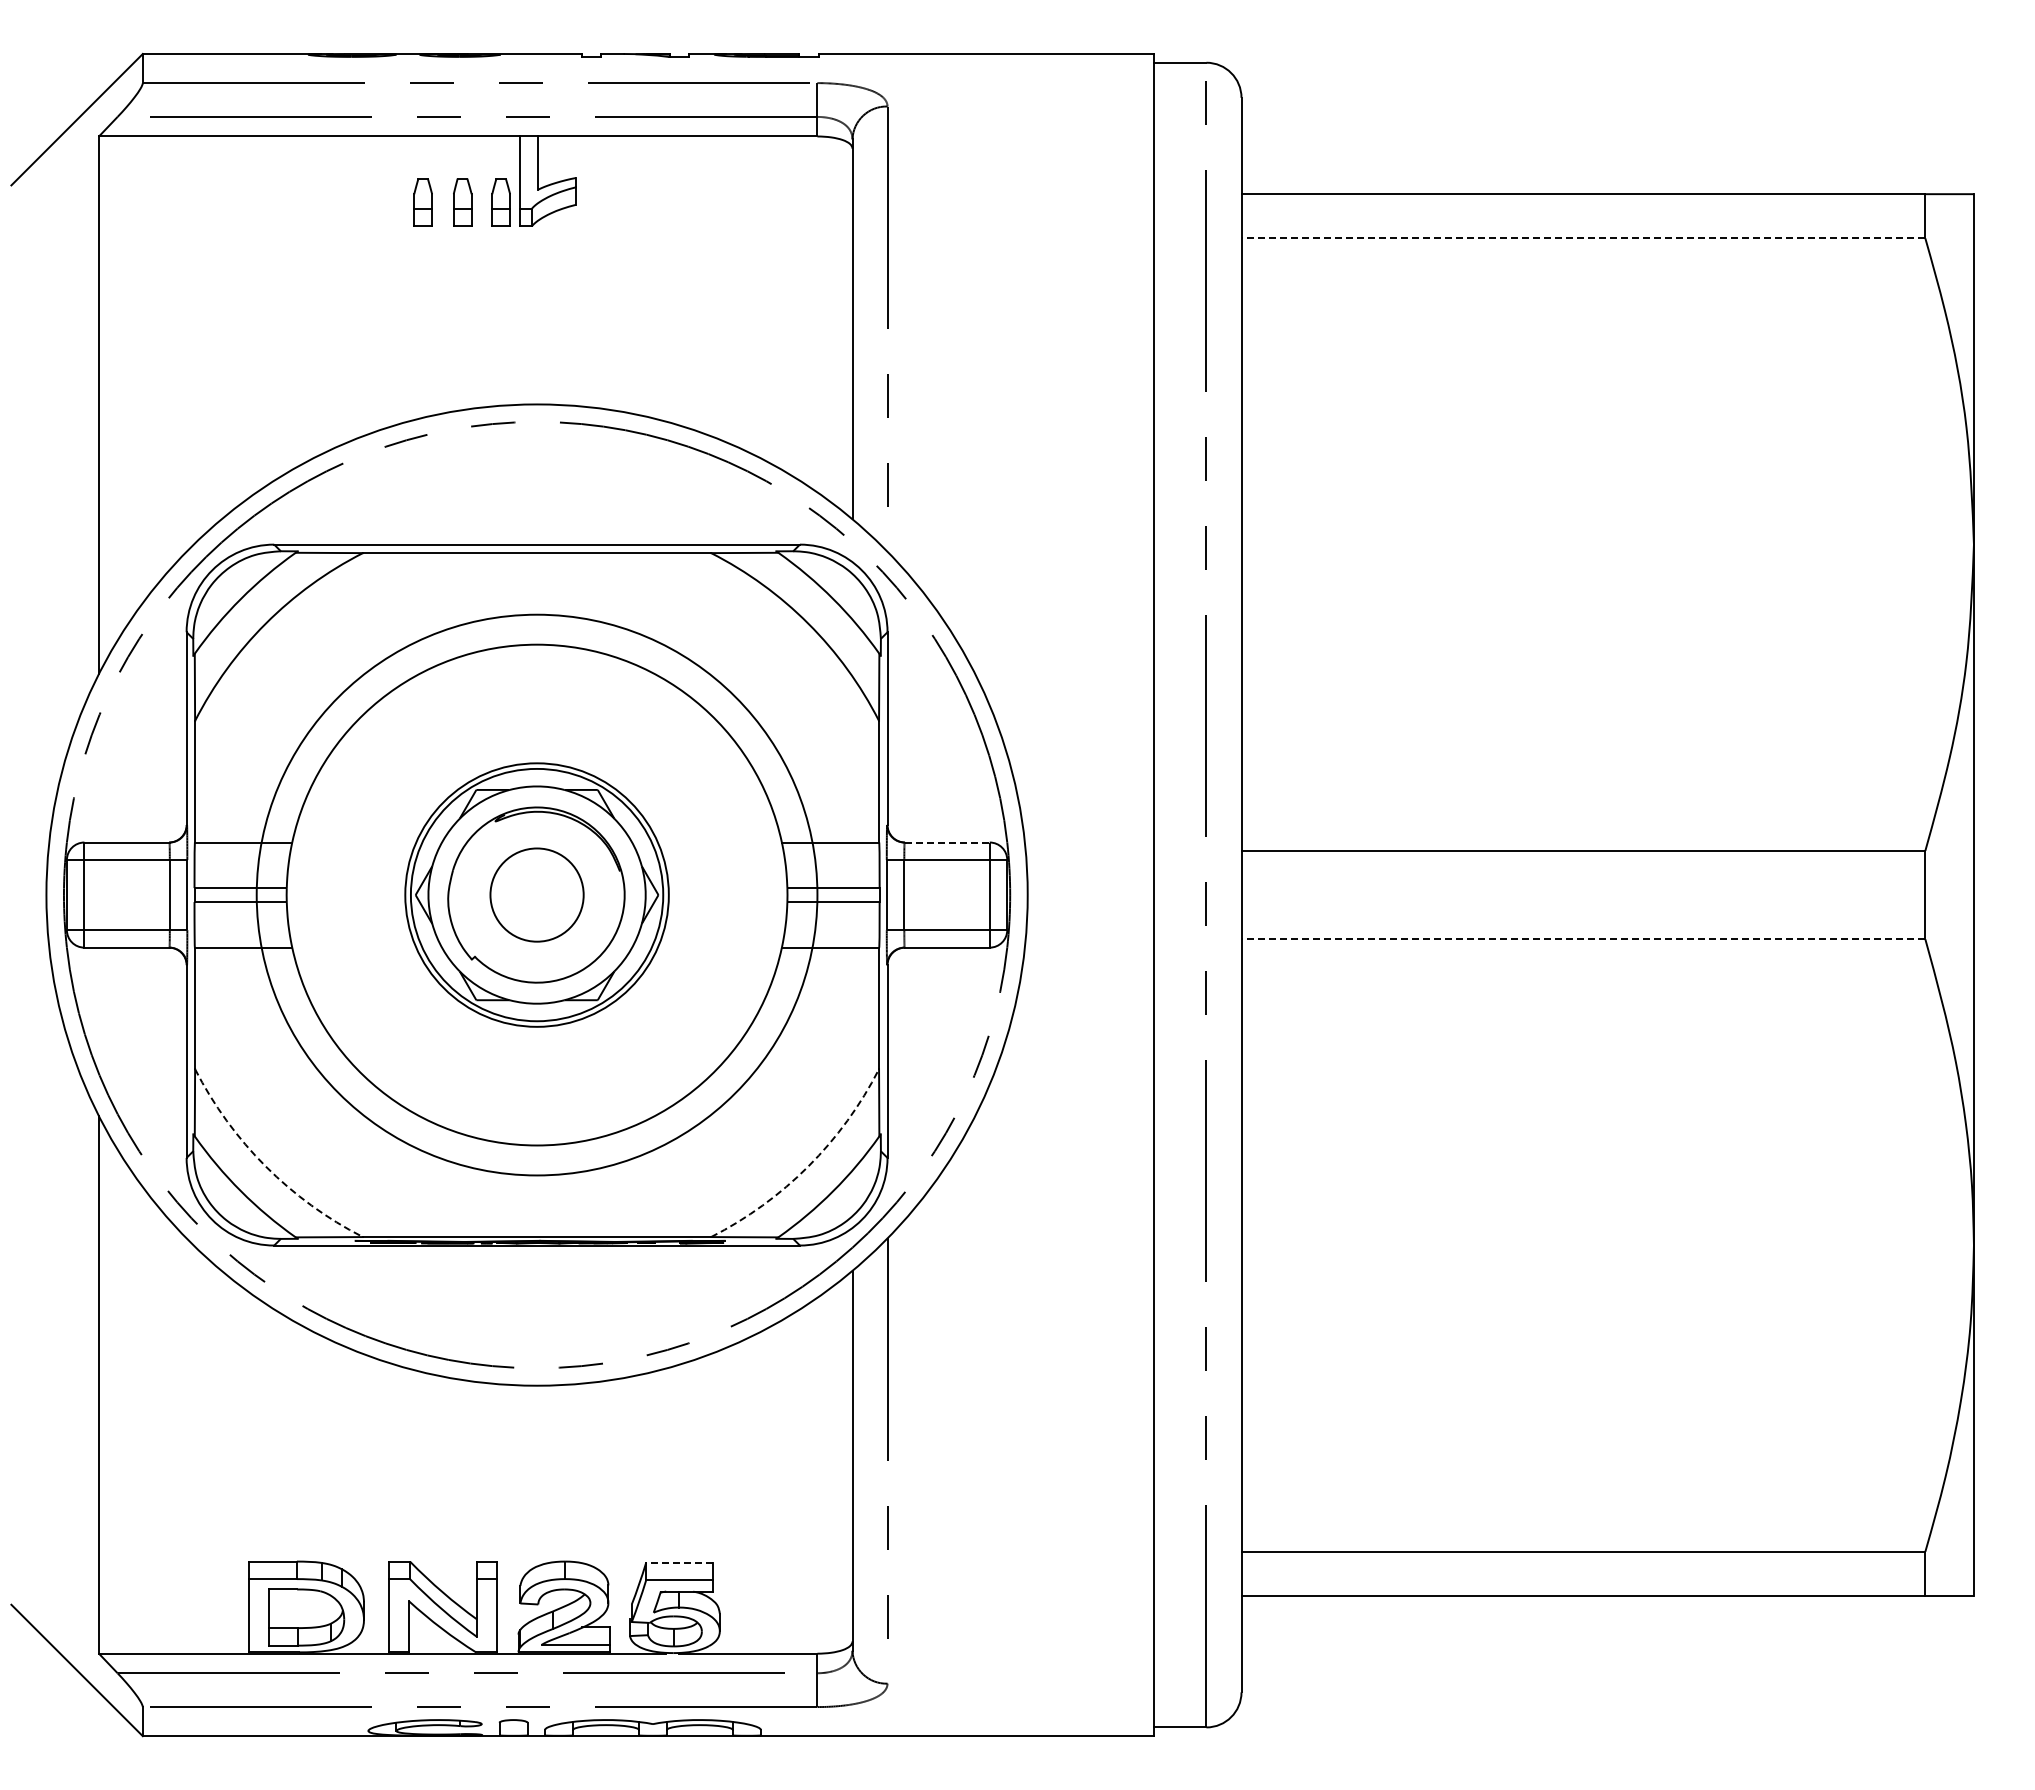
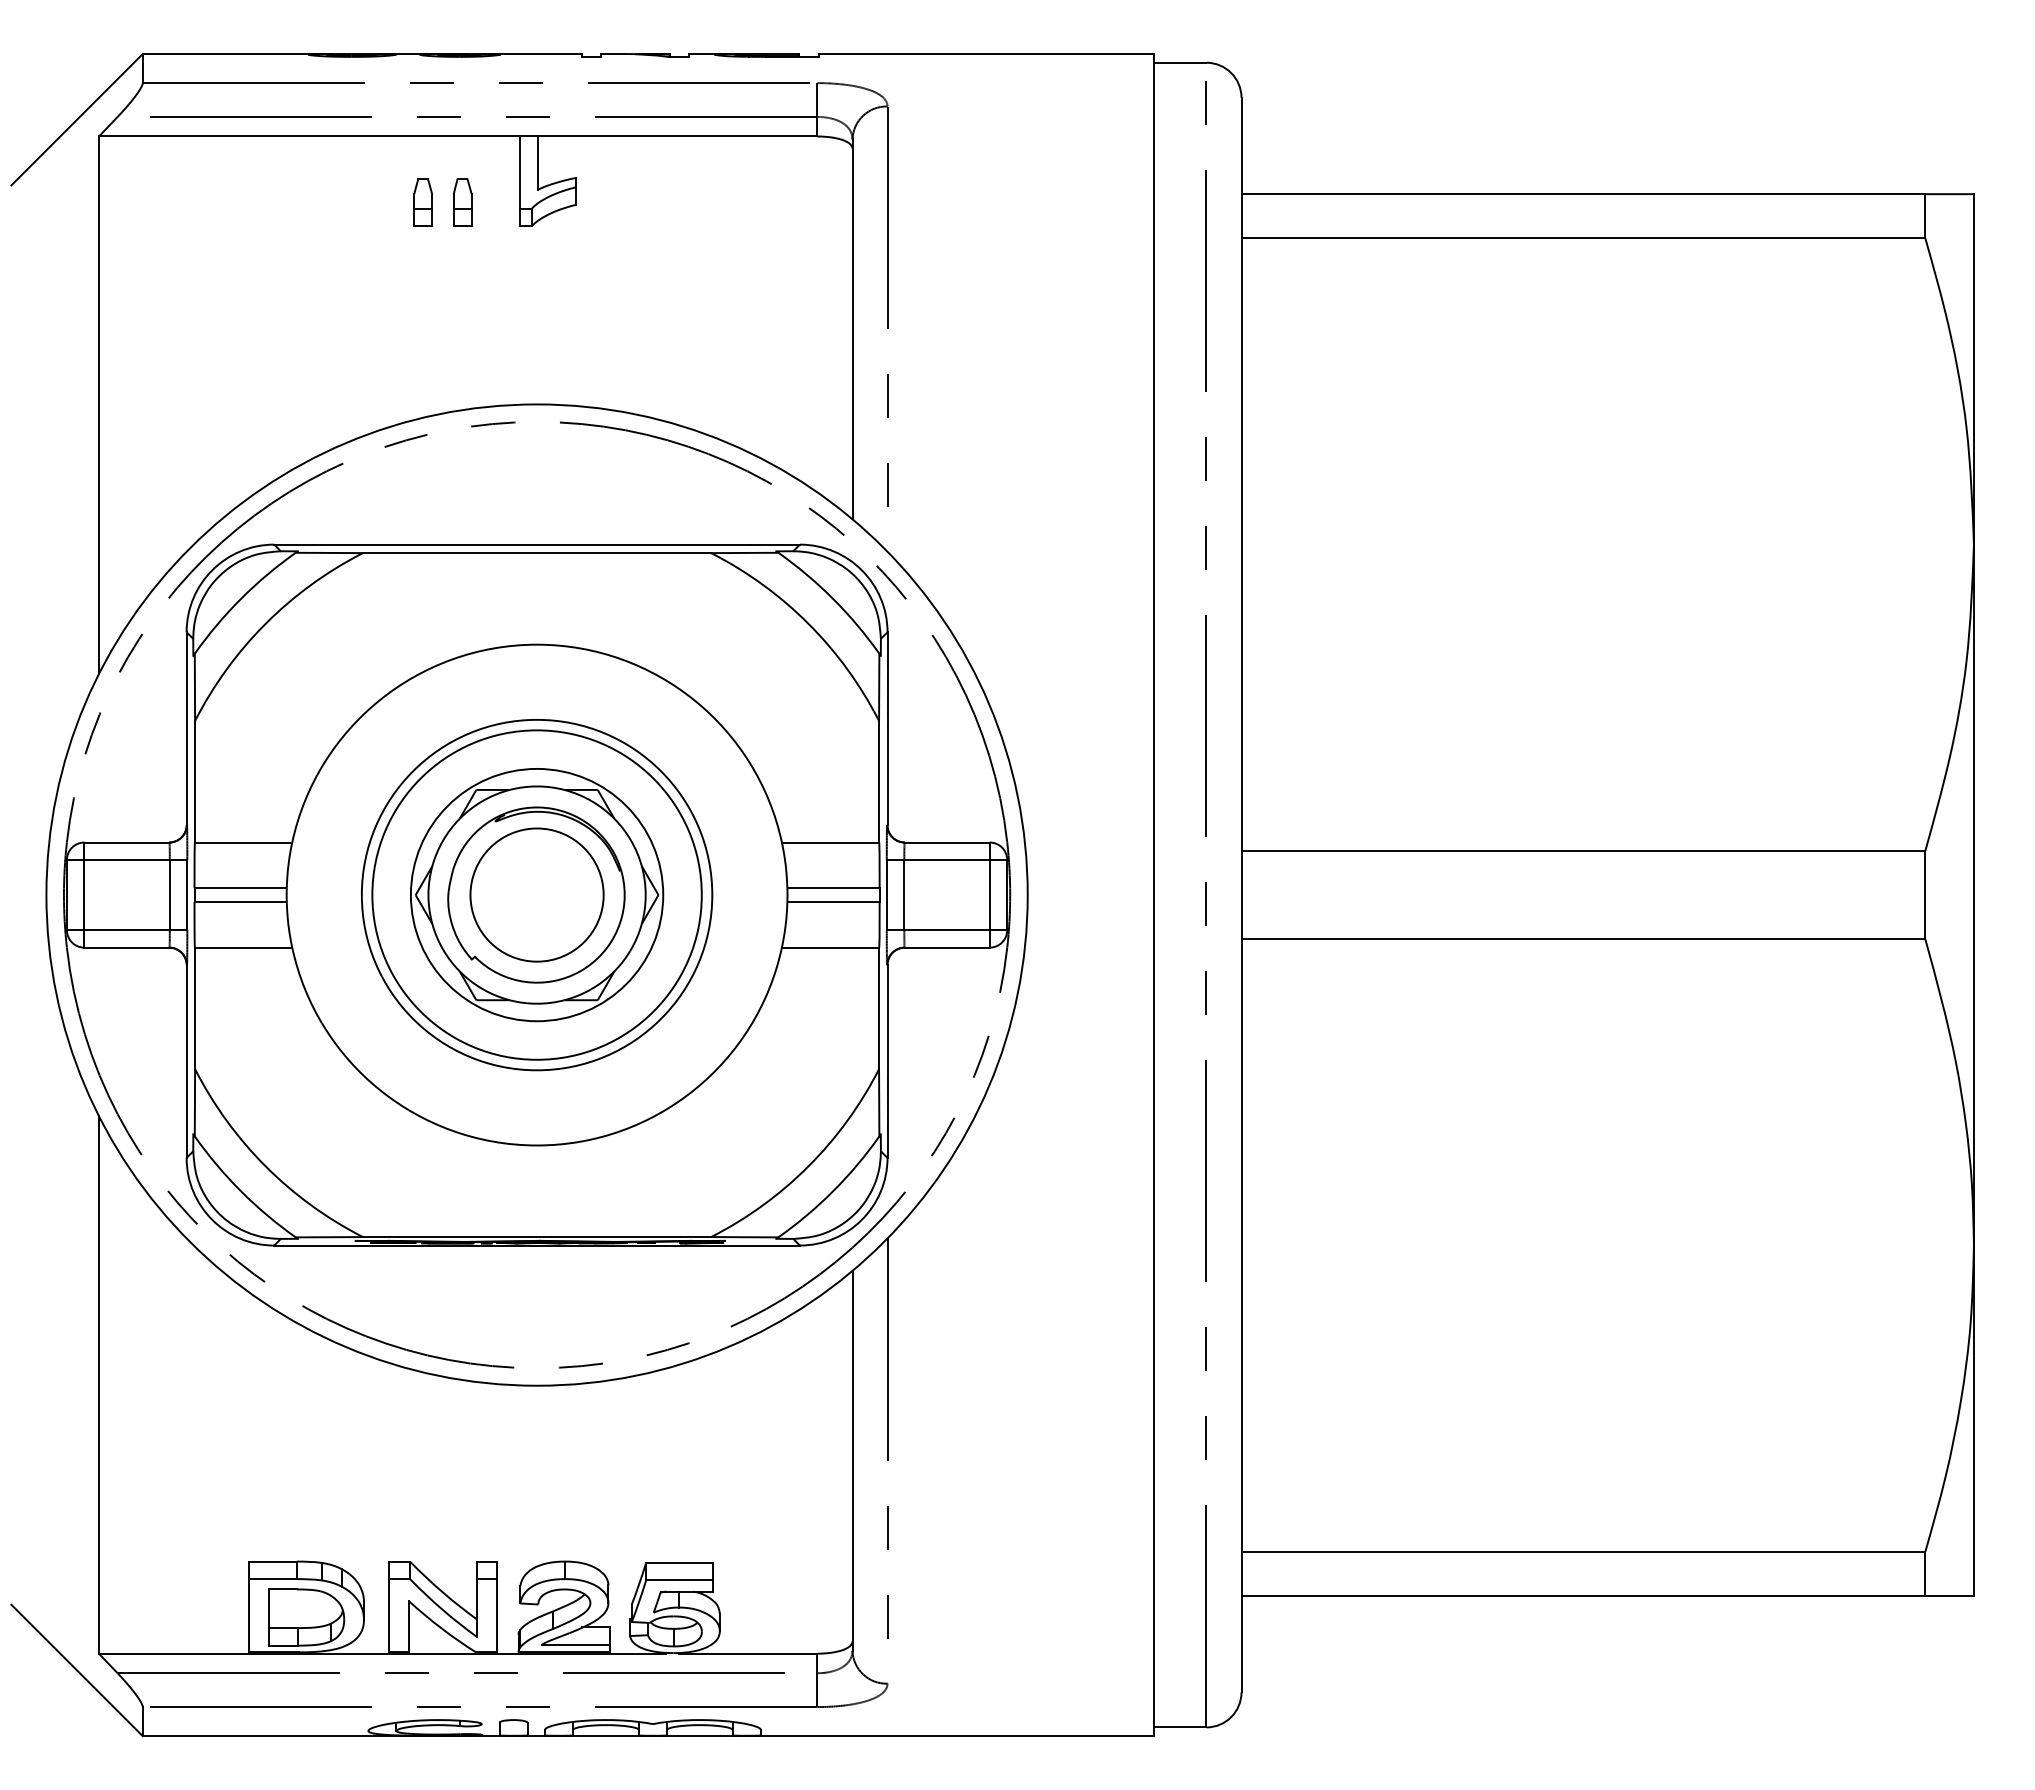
part at (500, 202): present -> none
line at (1583, 238): dashed -> solid
line at (947, 842): dashed -> solid
circle at (536, 894) diameter: 264 px -> 329 px
circle at (536, 894) diameter: 561 px -> 350 px
circle at (536, 894) diameter: 93 px -> 133 px
line at (1583, 939): dashed -> solid
arc at (265, 1166): dashed -> solid
arc at (808, 1166): dashed -> solid
line at (678, 1562): dashed -> solid
